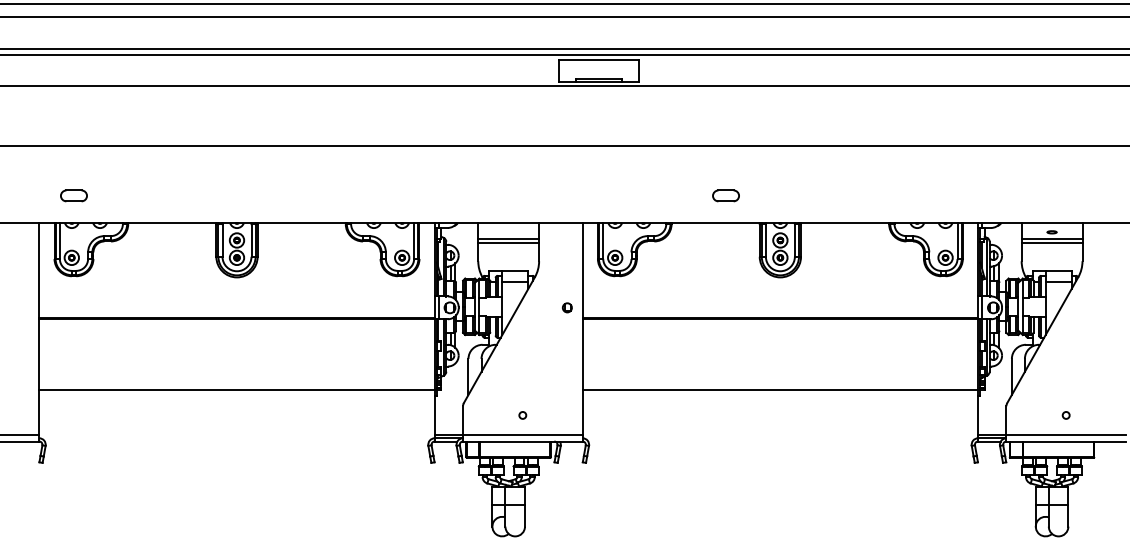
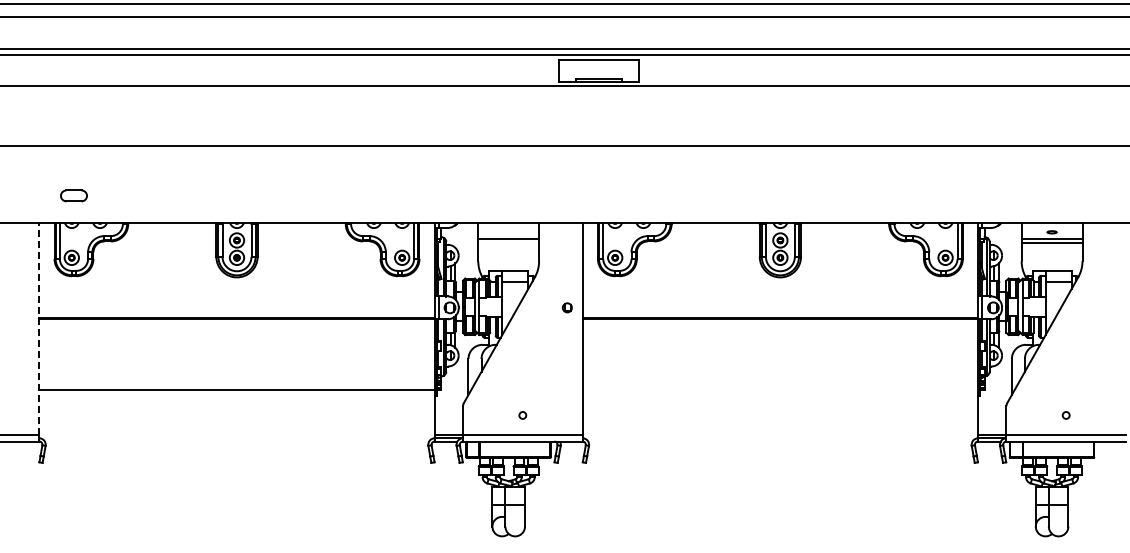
part at (725, 195): present -> none
line at (508, 243): present -> none
line at (39, 329): solid -> dashed
line at (780, 390): present -> none
